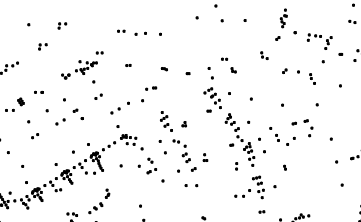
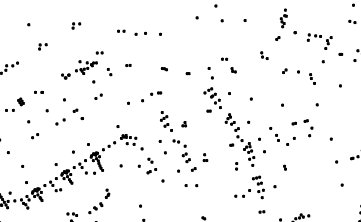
part at (62, 25) position: (62, 25) -> (76, 25)
part at (109, 72): none -> present
part at (151, 88) position: (151, 88) -> (156, 93)
part at (115, 110): present -> none
